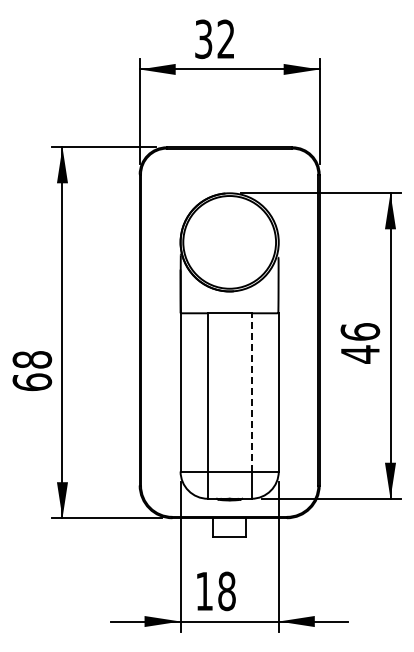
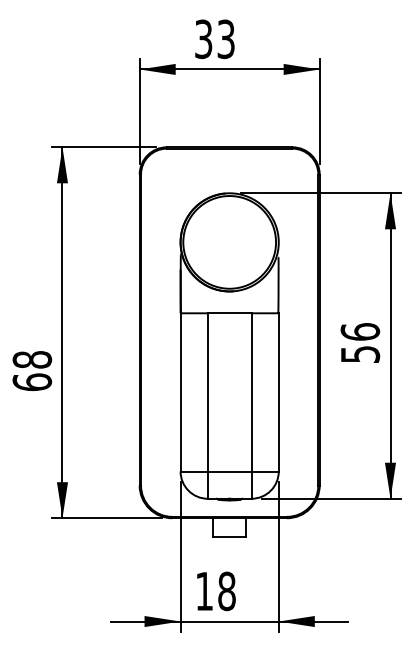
text at (225, 39): 32 -> 33
text at (360, 354): 46 -> 56
line at (251, 391): dashed -> solid
